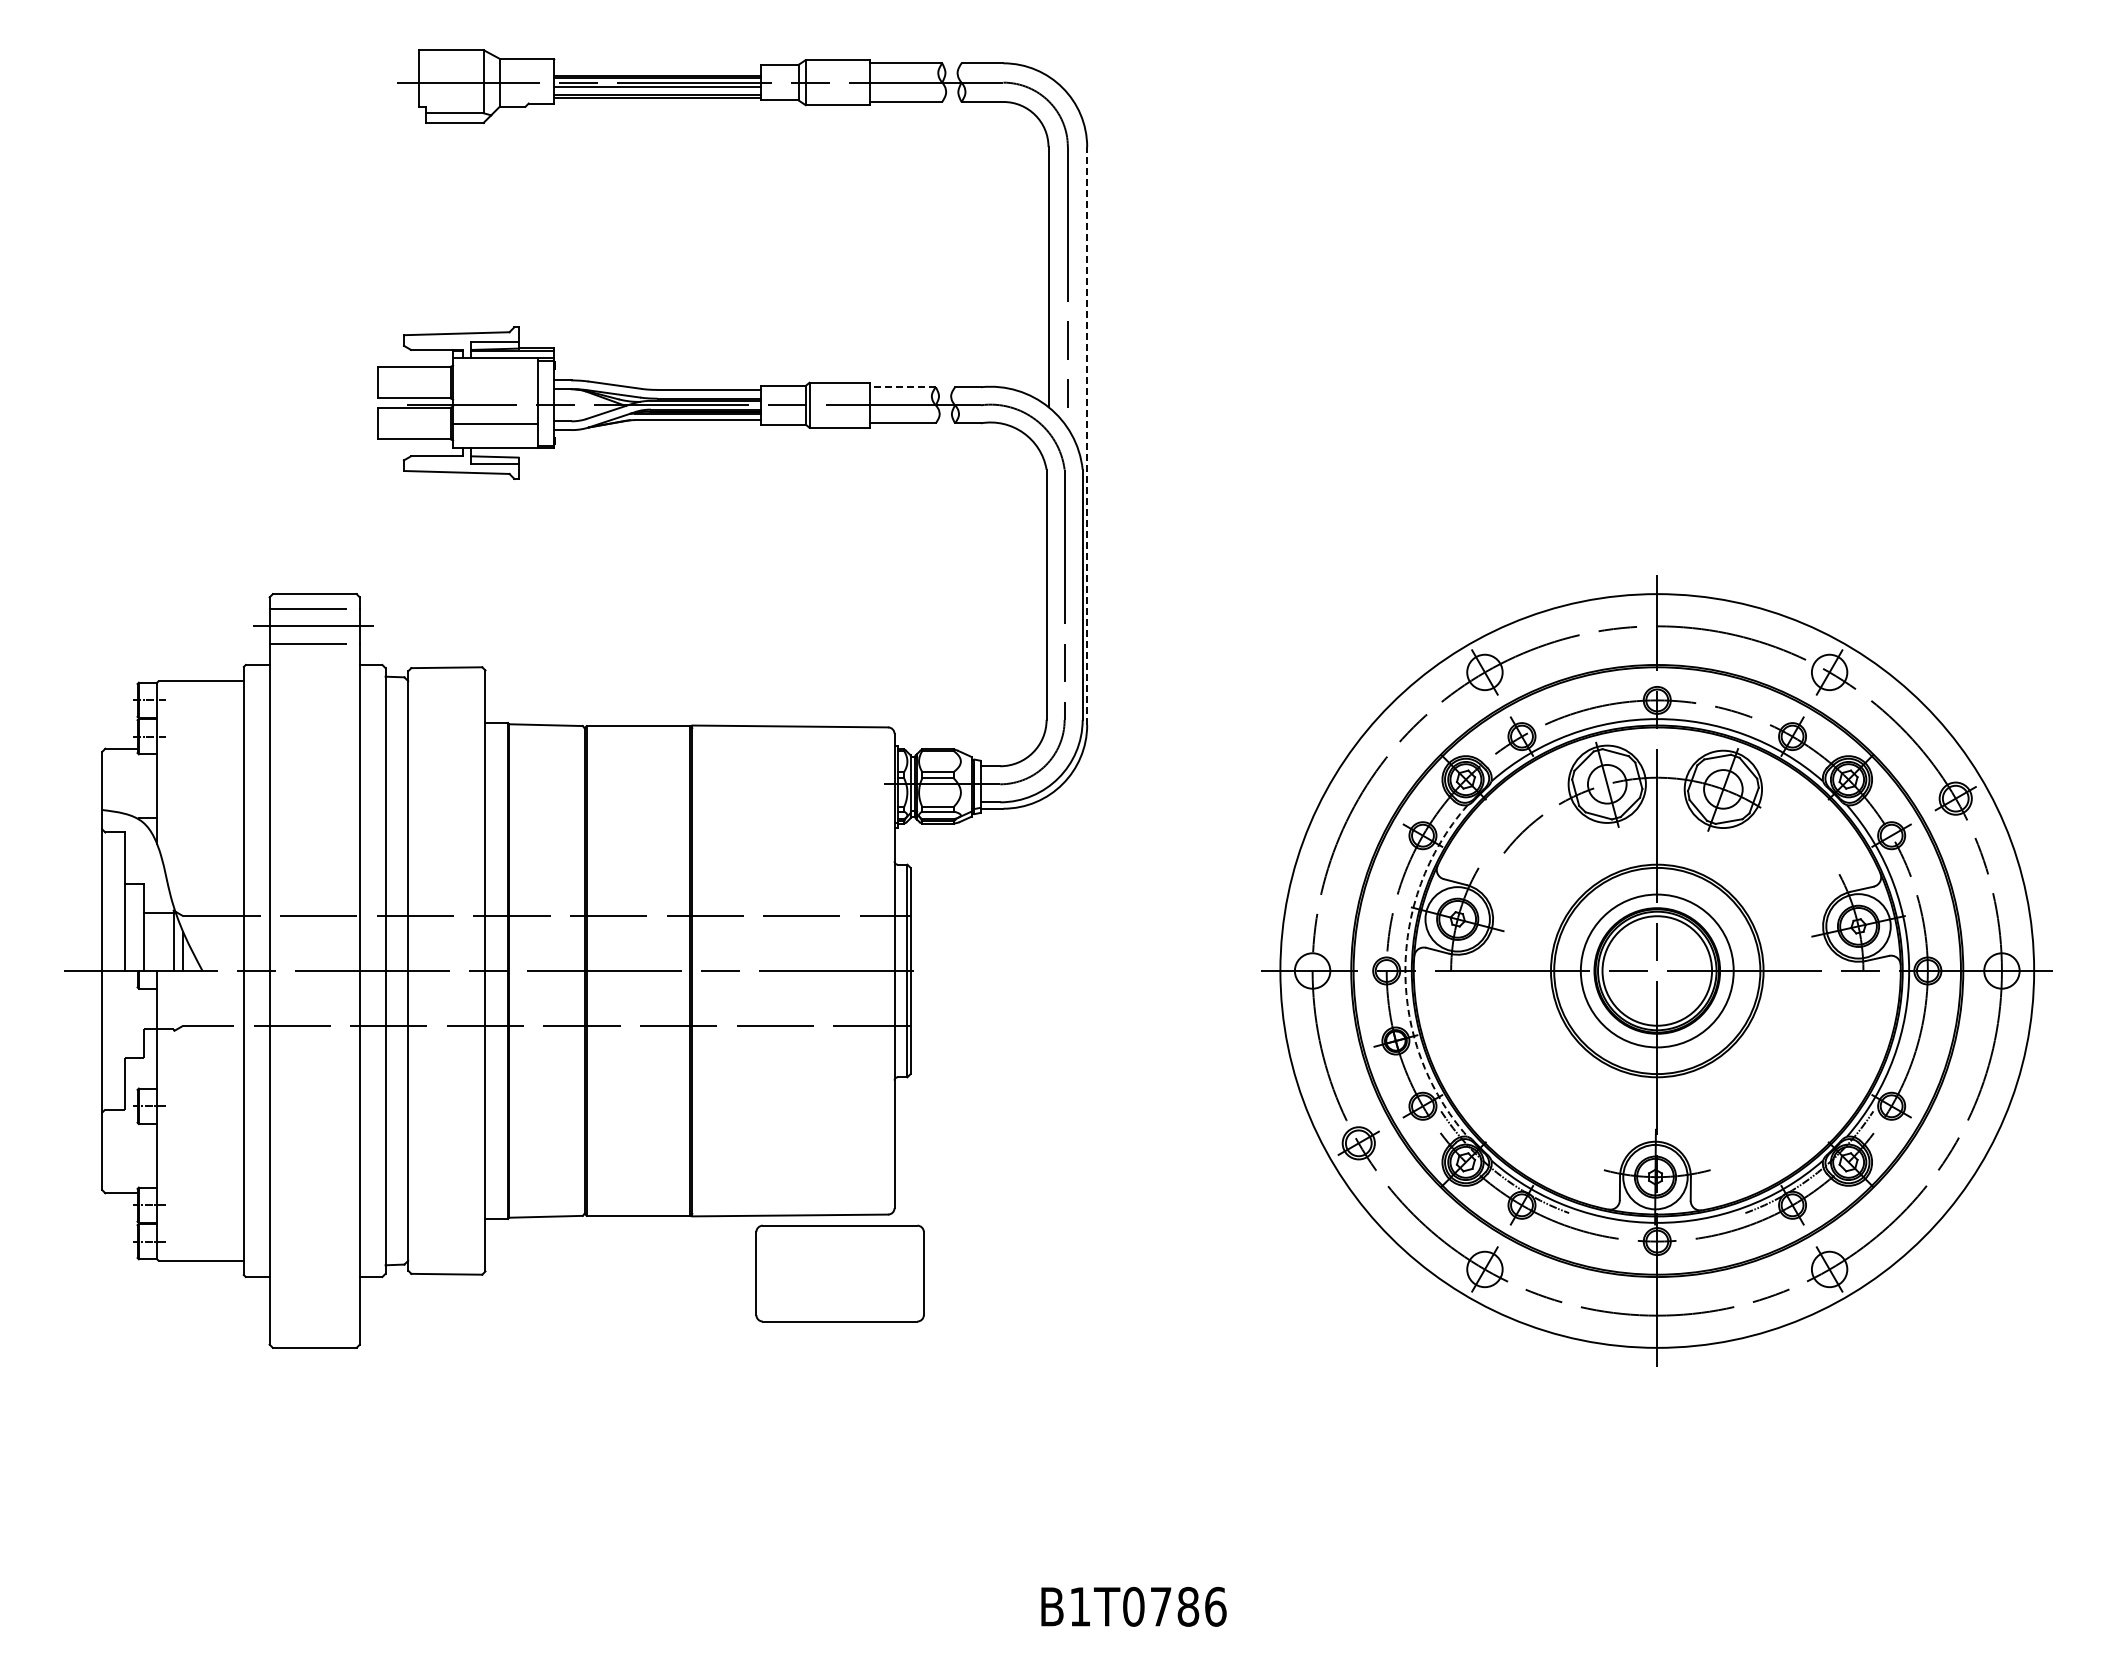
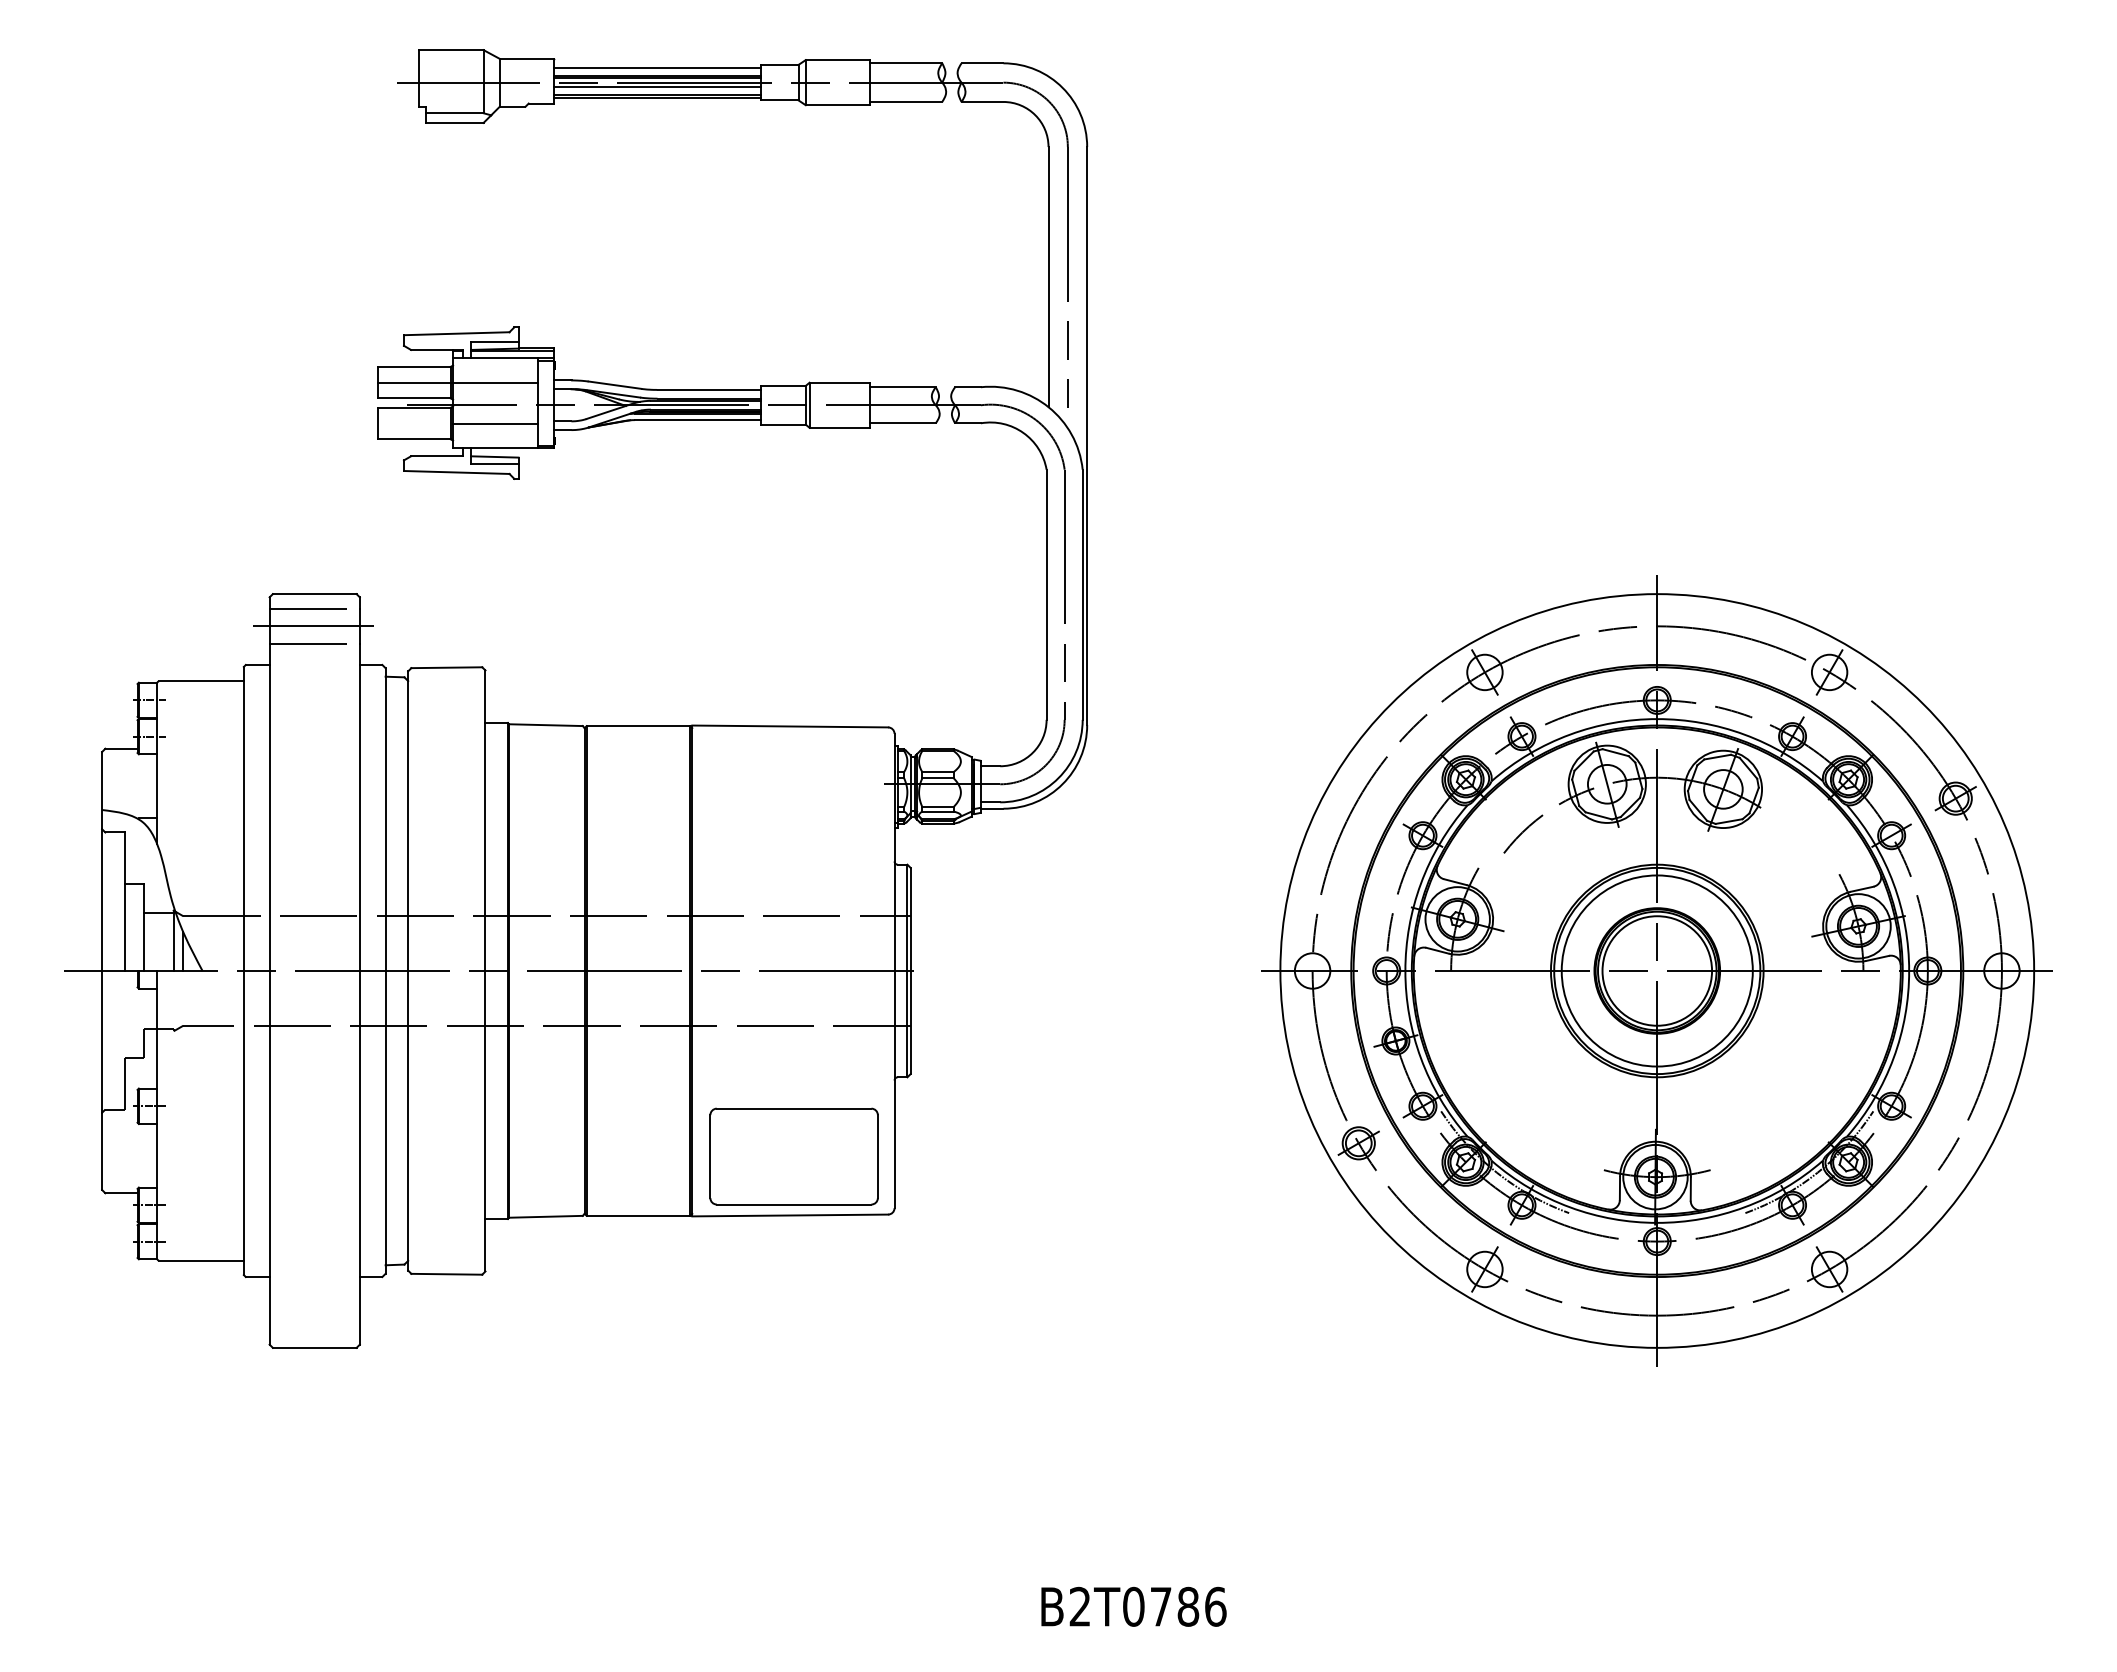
line at (657, 67): none -> present
line at (457, 382): none -> present
line at (902, 387): dashed -> solid
line at (1087, 436): dashed -> solid
circle at (1656, 970) diameter: 153 px -> 191 px
arc at (1405, 971): dashed -> solid
part at (839, 1273) position: (839, 1273) -> (793, 1156)
text at (1079, 1606): B1T0786 -> B2T0786
